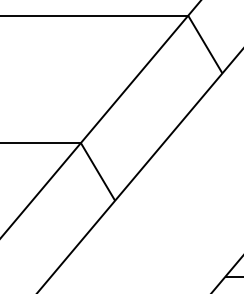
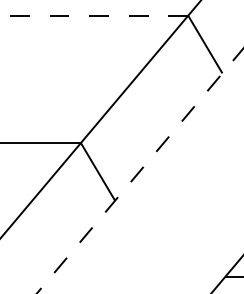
line at (94, 15): solid -> dashed
line at (139, 171): solid -> dashed
